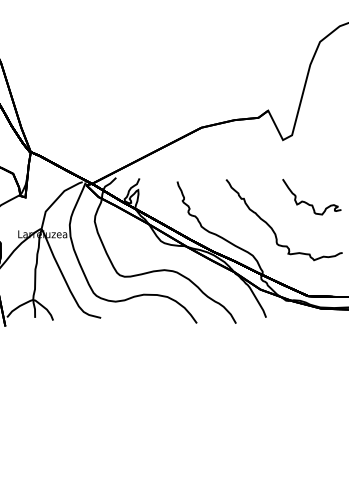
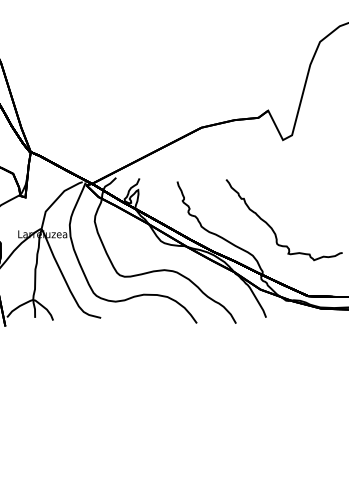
part at (309, 203): present -> none
